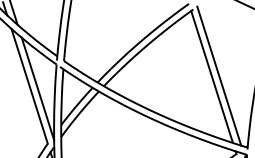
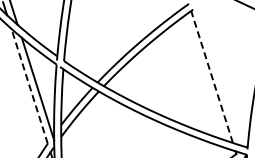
line at (219, 75): present -> none
line at (211, 76): solid -> dashed
line at (29, 85): solid -> dashed
